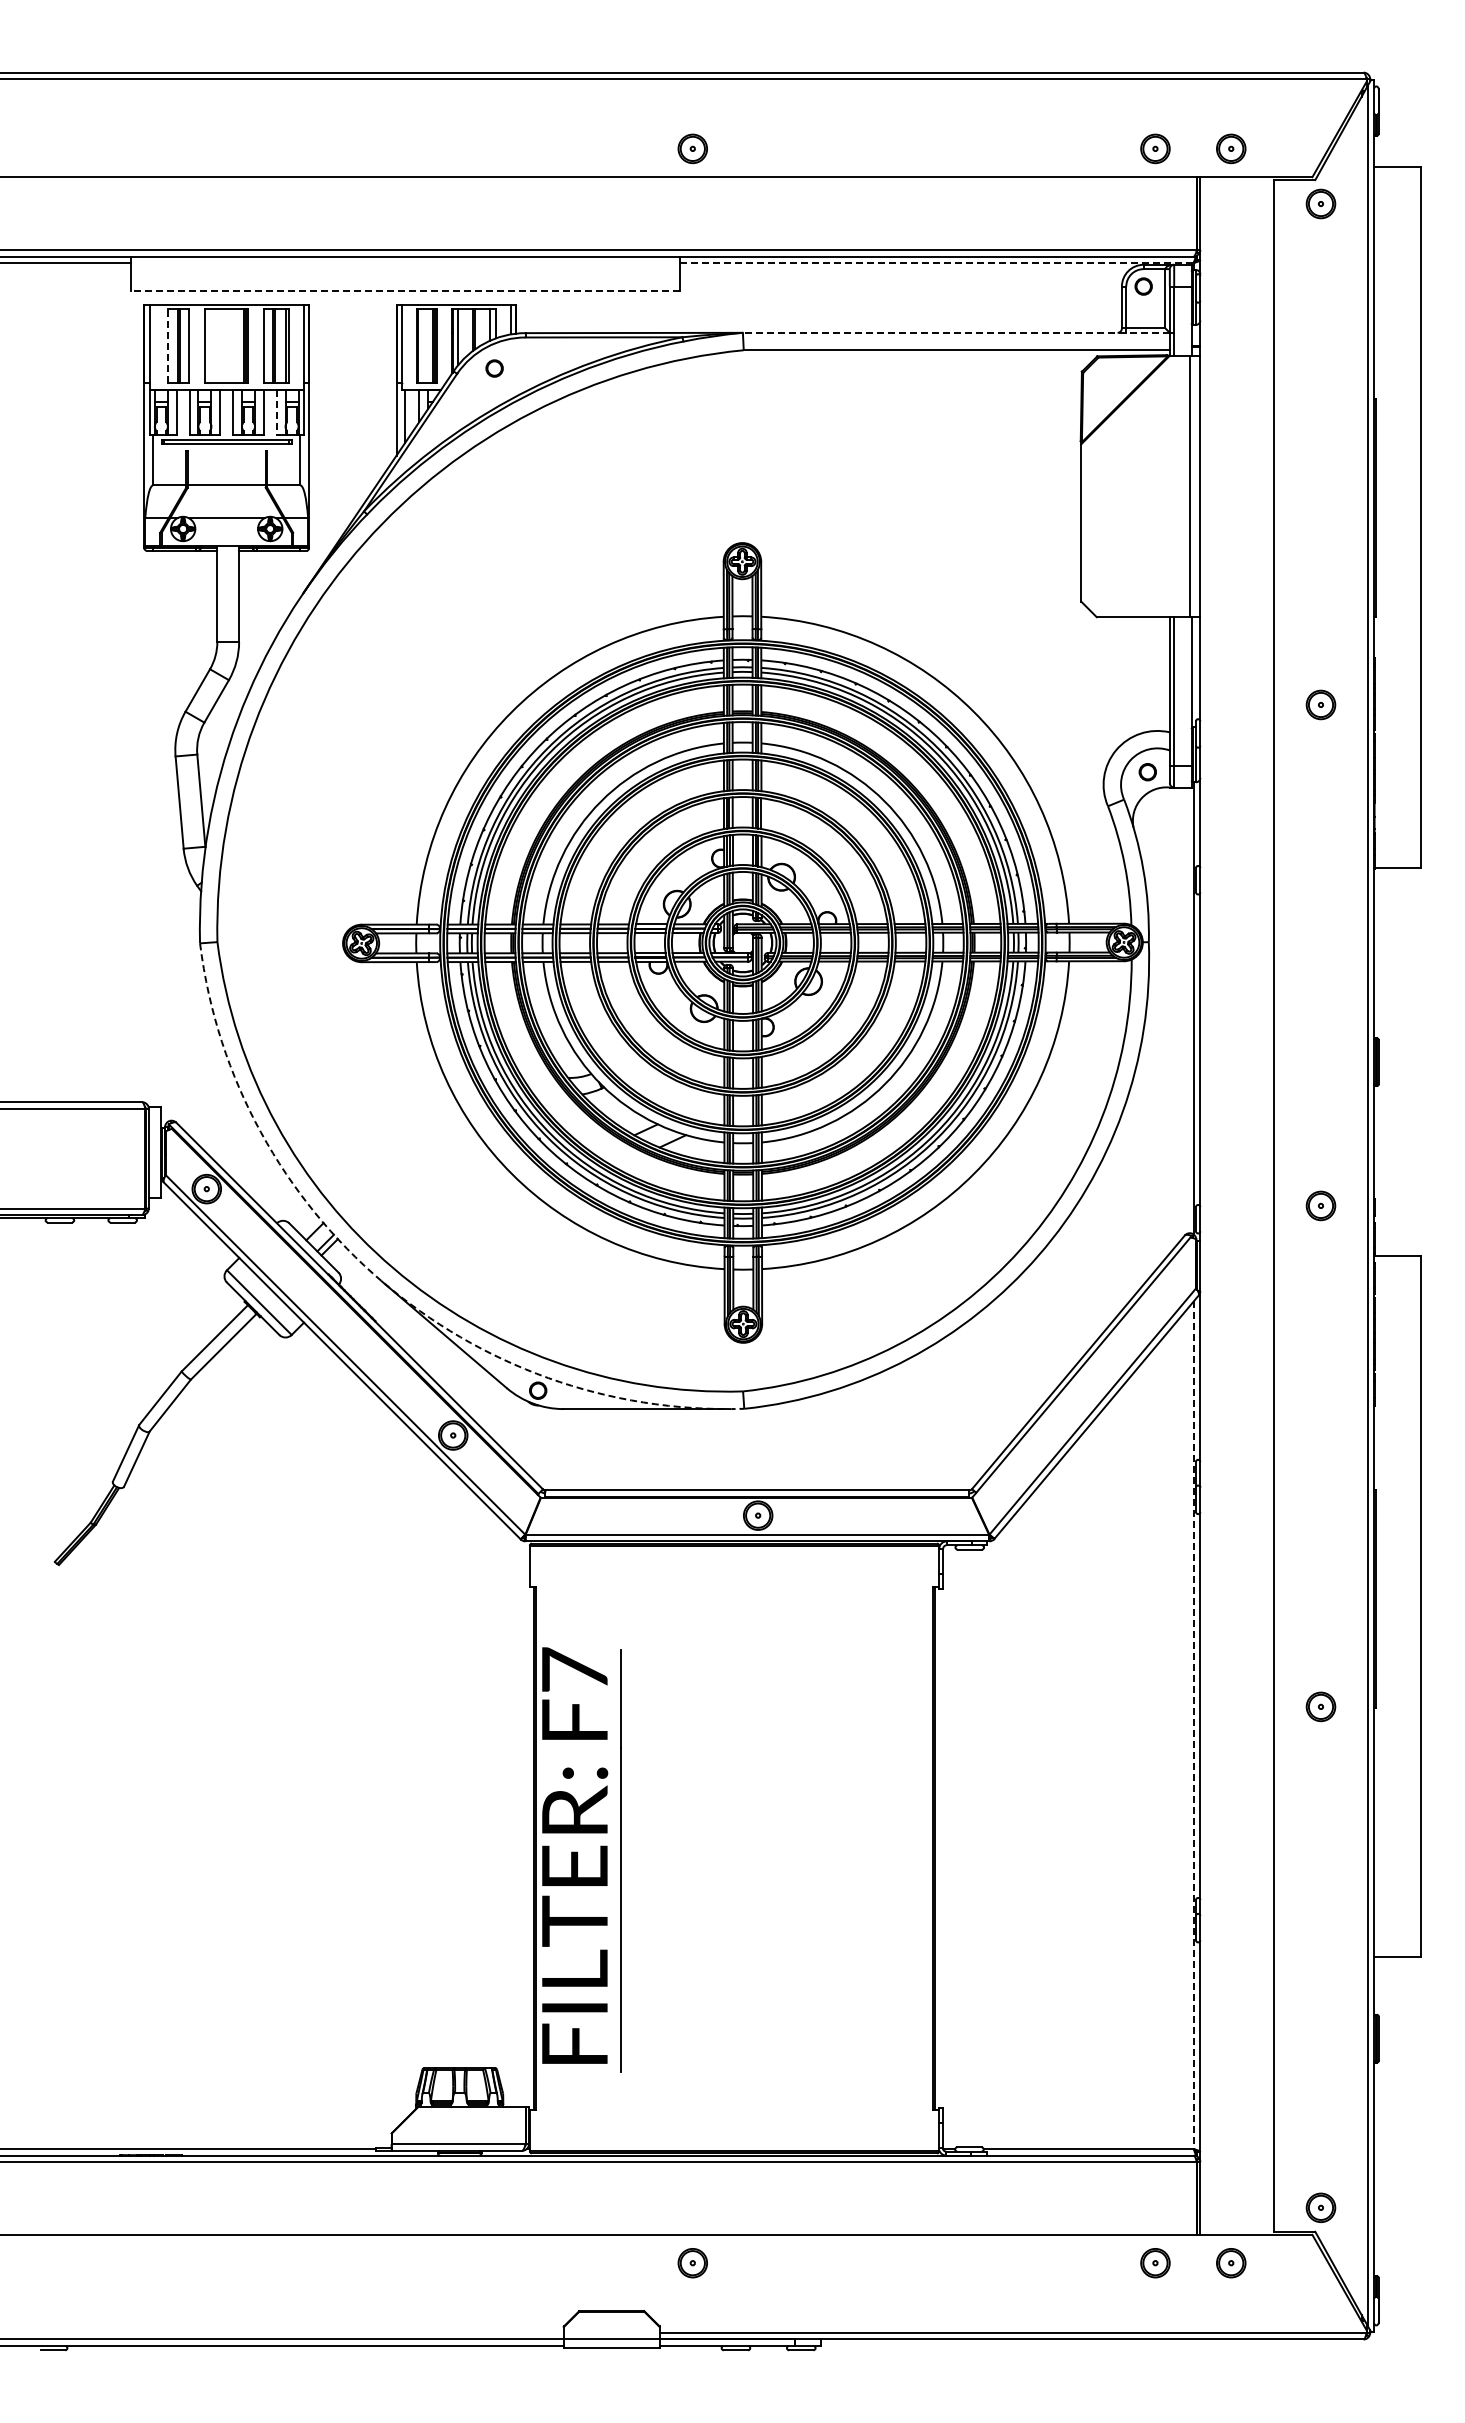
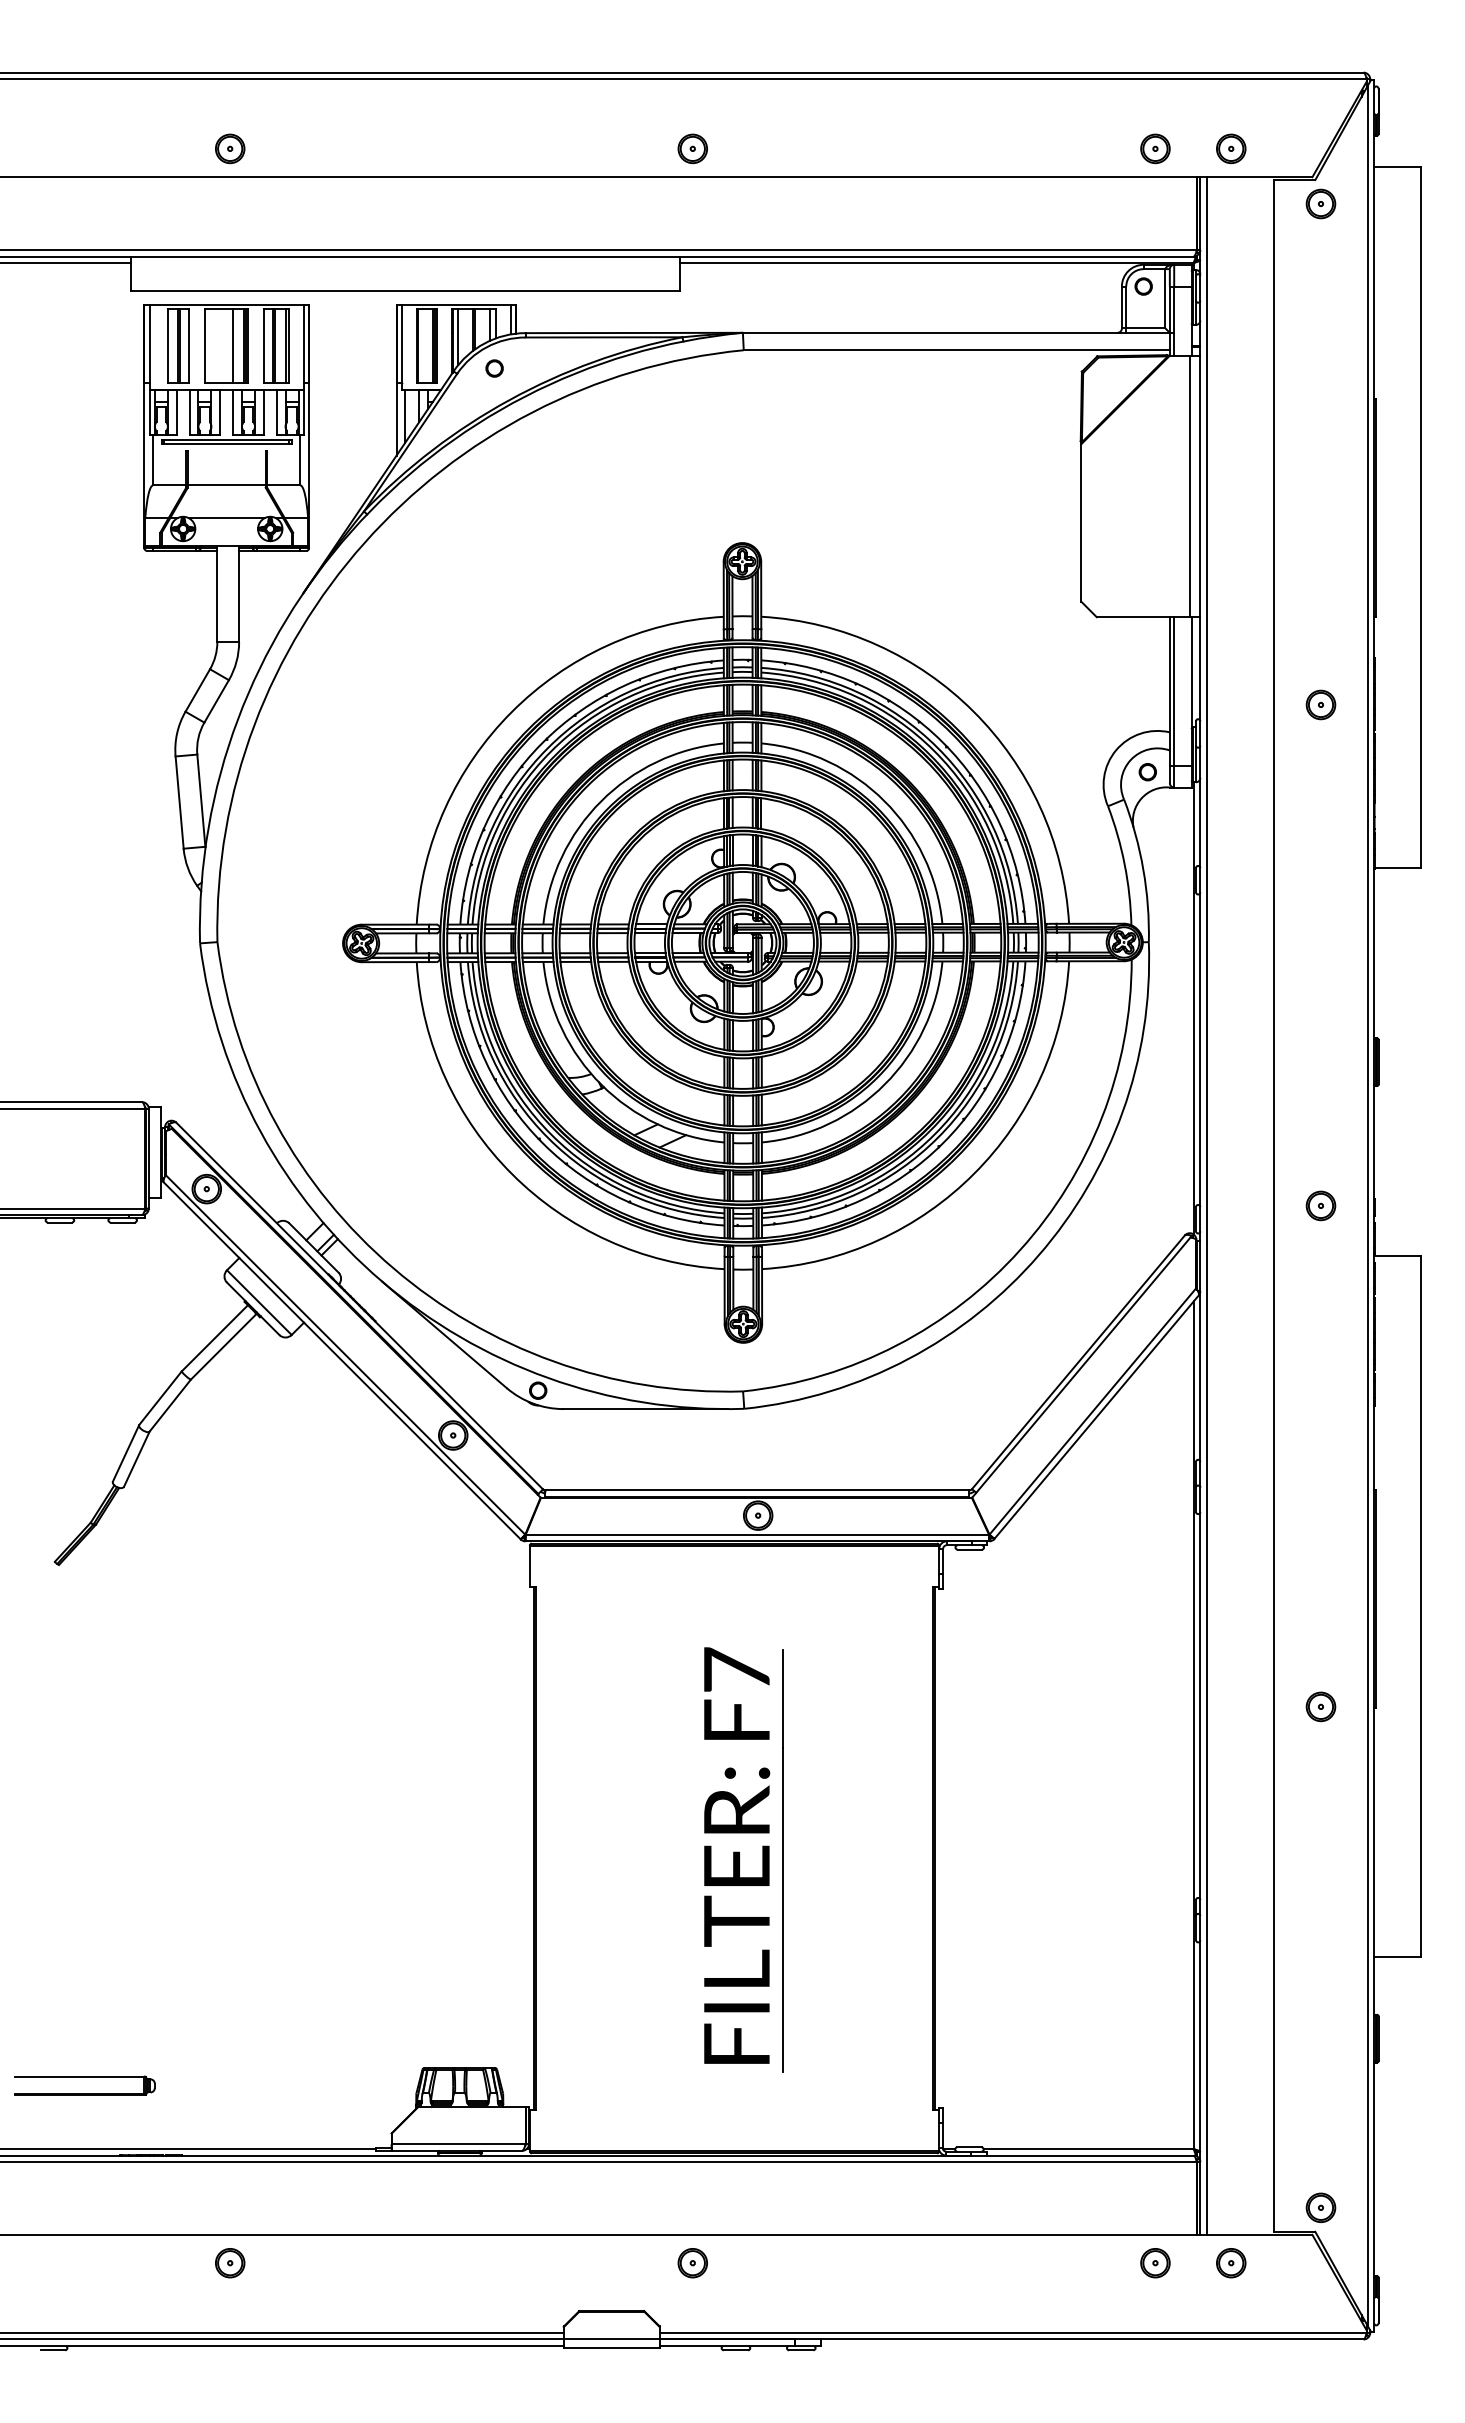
part at (230, 148): none -> present
line at (937, 263): dashed -> solid
line at (404, 291): dashed -> solid
line at (955, 332): dashed -> solid
line at (167, 345): dashed -> solid
line at (233, 346): none -> present
line at (276, 413): dashed -> solid
line at (1206, 1205): none -> present
arc at (382, 1281): dashed -> solid
line at (1193, 1725): dashed -> solid
part at (581, 1859) position: (581, 1859) -> (743, 1859)
part at (84, 2077): none -> present
part at (230, 2263): none -> present
line at (282, 2332): none -> present
